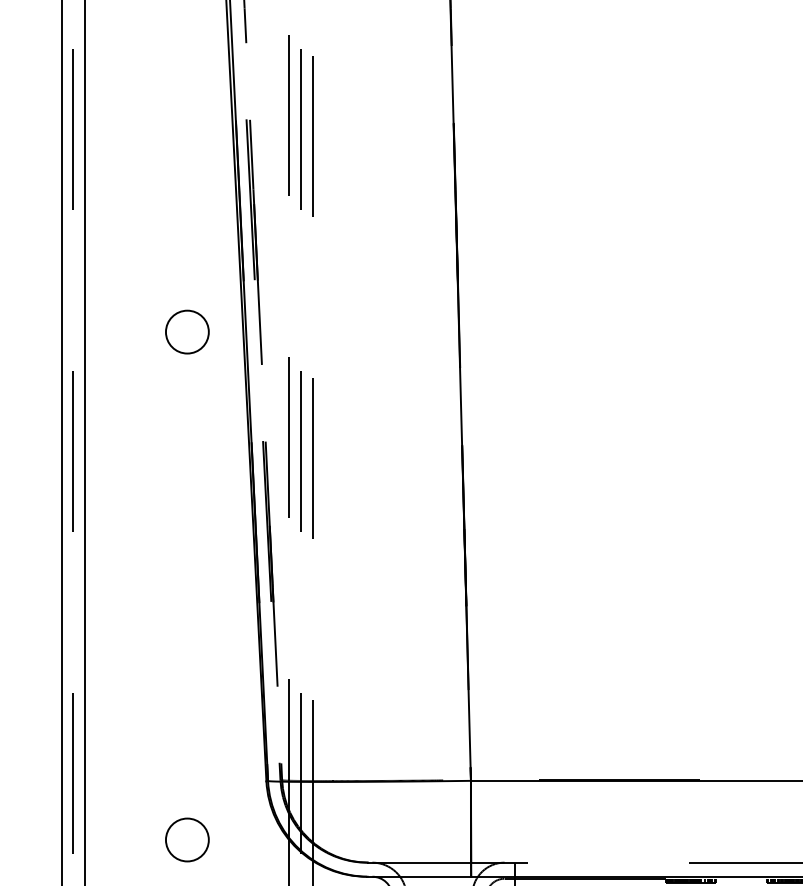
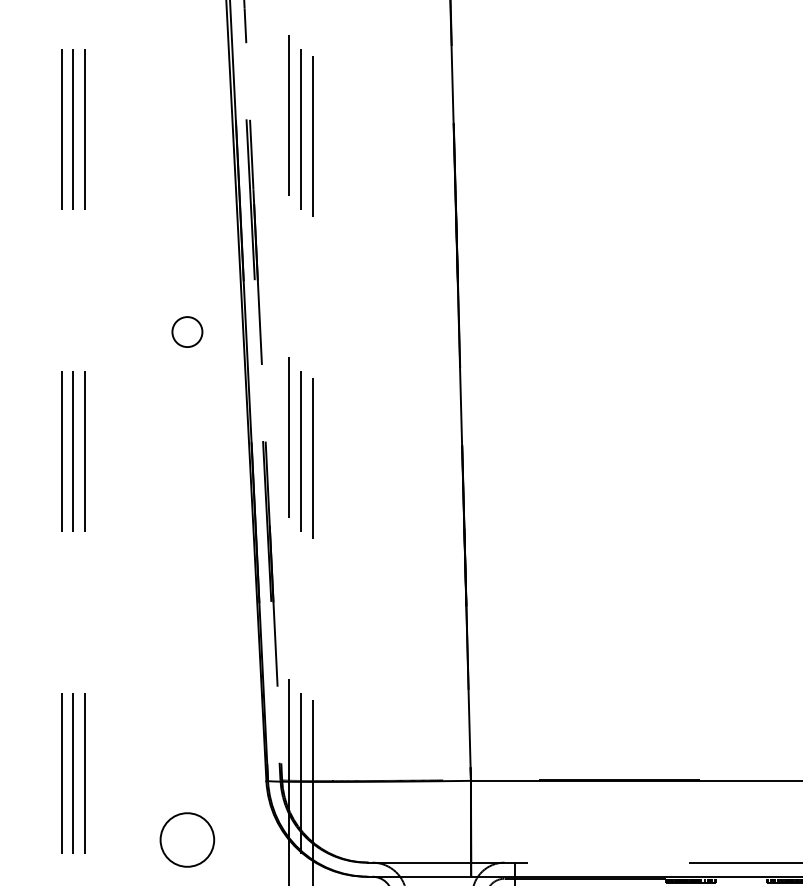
circle at (187, 331) size: 45x46 px -> 33x32 px
line at (61, 442): solid -> dashed
line at (85, 442): solid -> dashed
circle at (187, 839) size: 45x46 px -> 57x56 px
